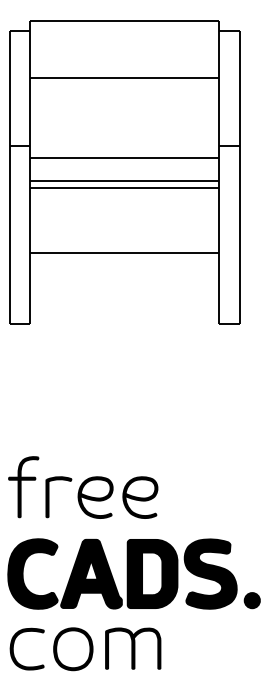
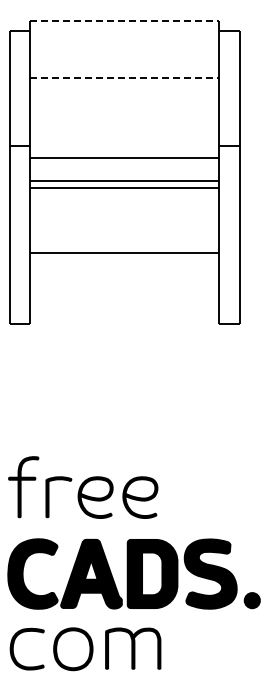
line at (124, 20): solid -> dashed
line at (124, 77): solid -> dashed
